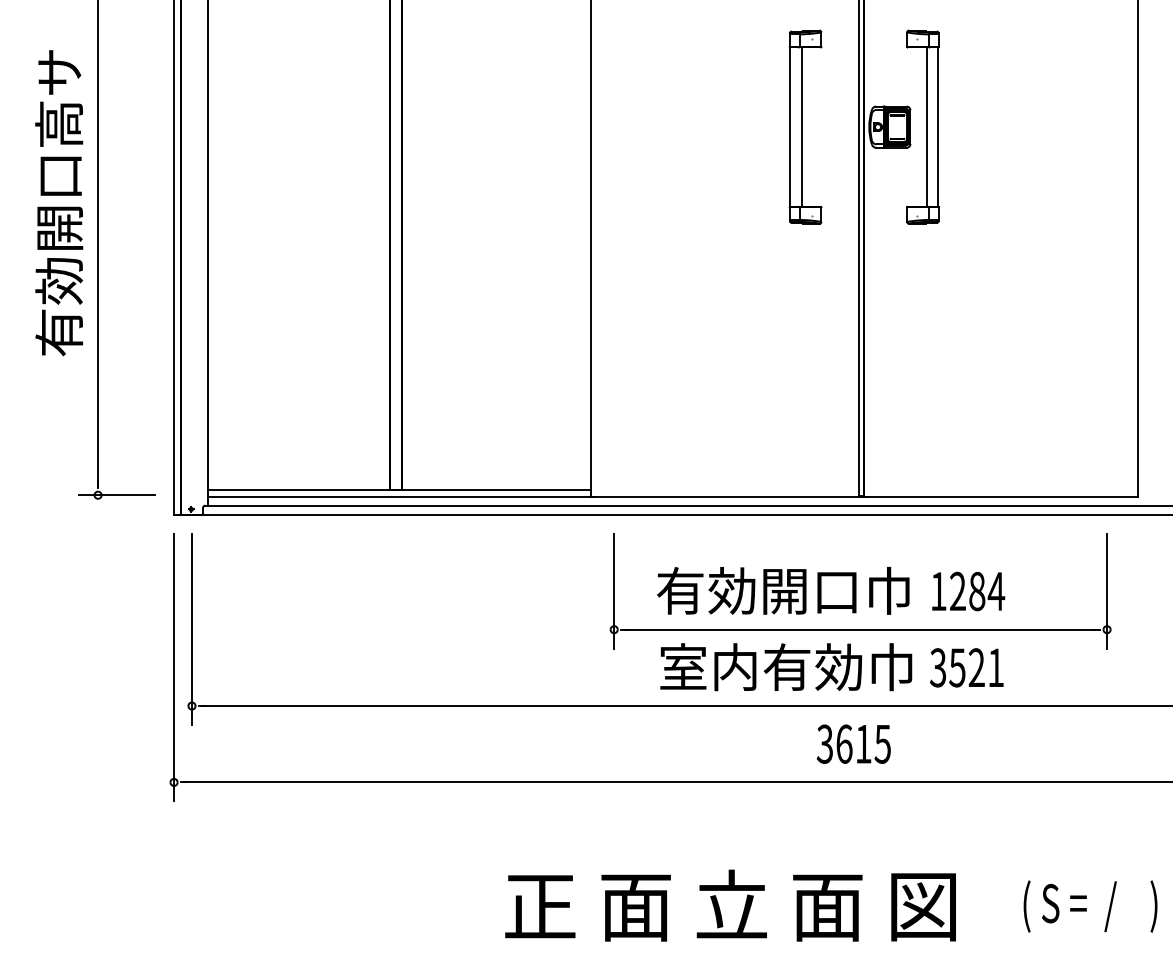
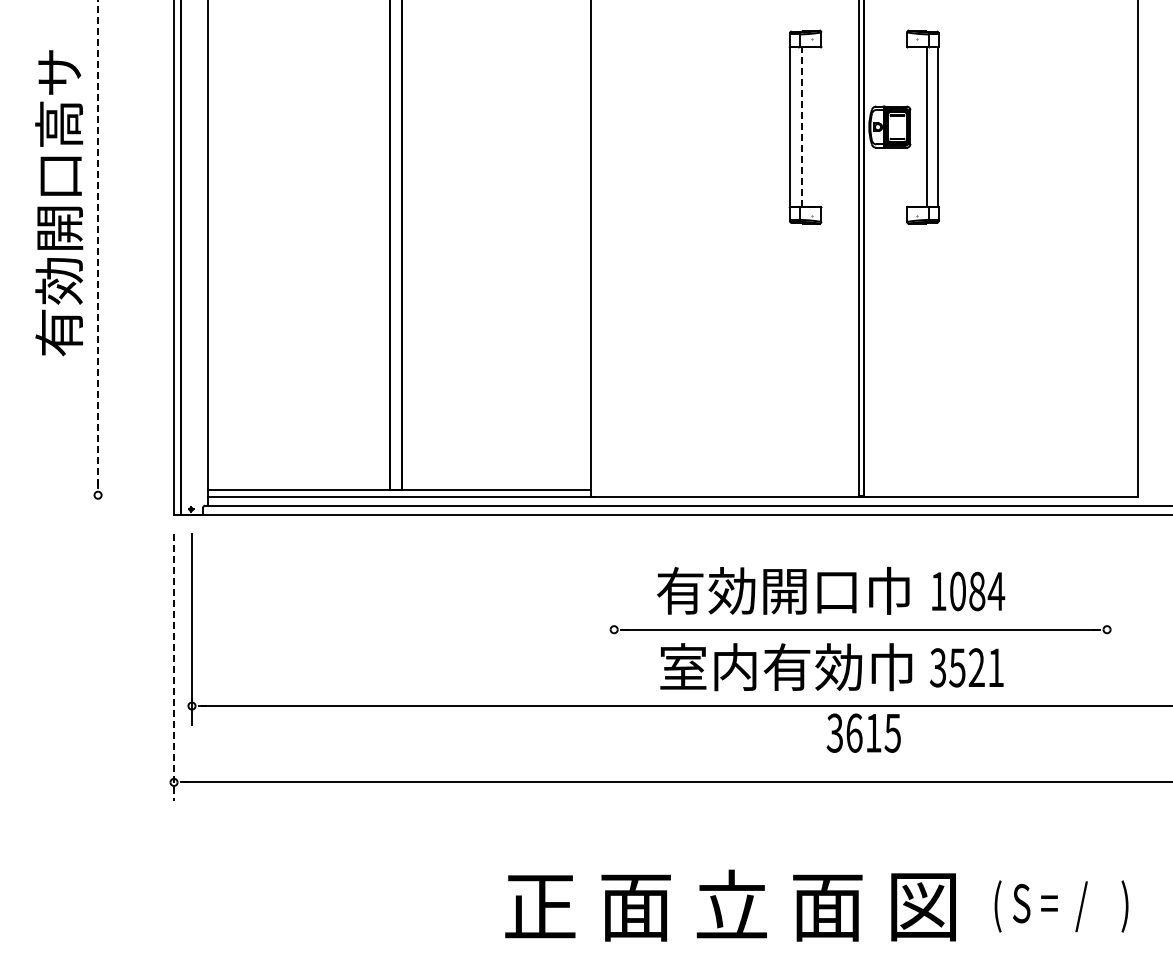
line at (801, 127): solid -> dashed
line at (98, 242): solid -> dashed
line at (116, 495): present -> none
line at (614, 591): present -> none
text at (957, 591): 1284 -> 1084
line at (1107, 591): present -> none
line at (174, 667): solid -> dashed
text at (853, 743) position: (853, 743) -> (863, 732)
text at (1090, 906) position: (1090, 906) -> (1061, 906)
